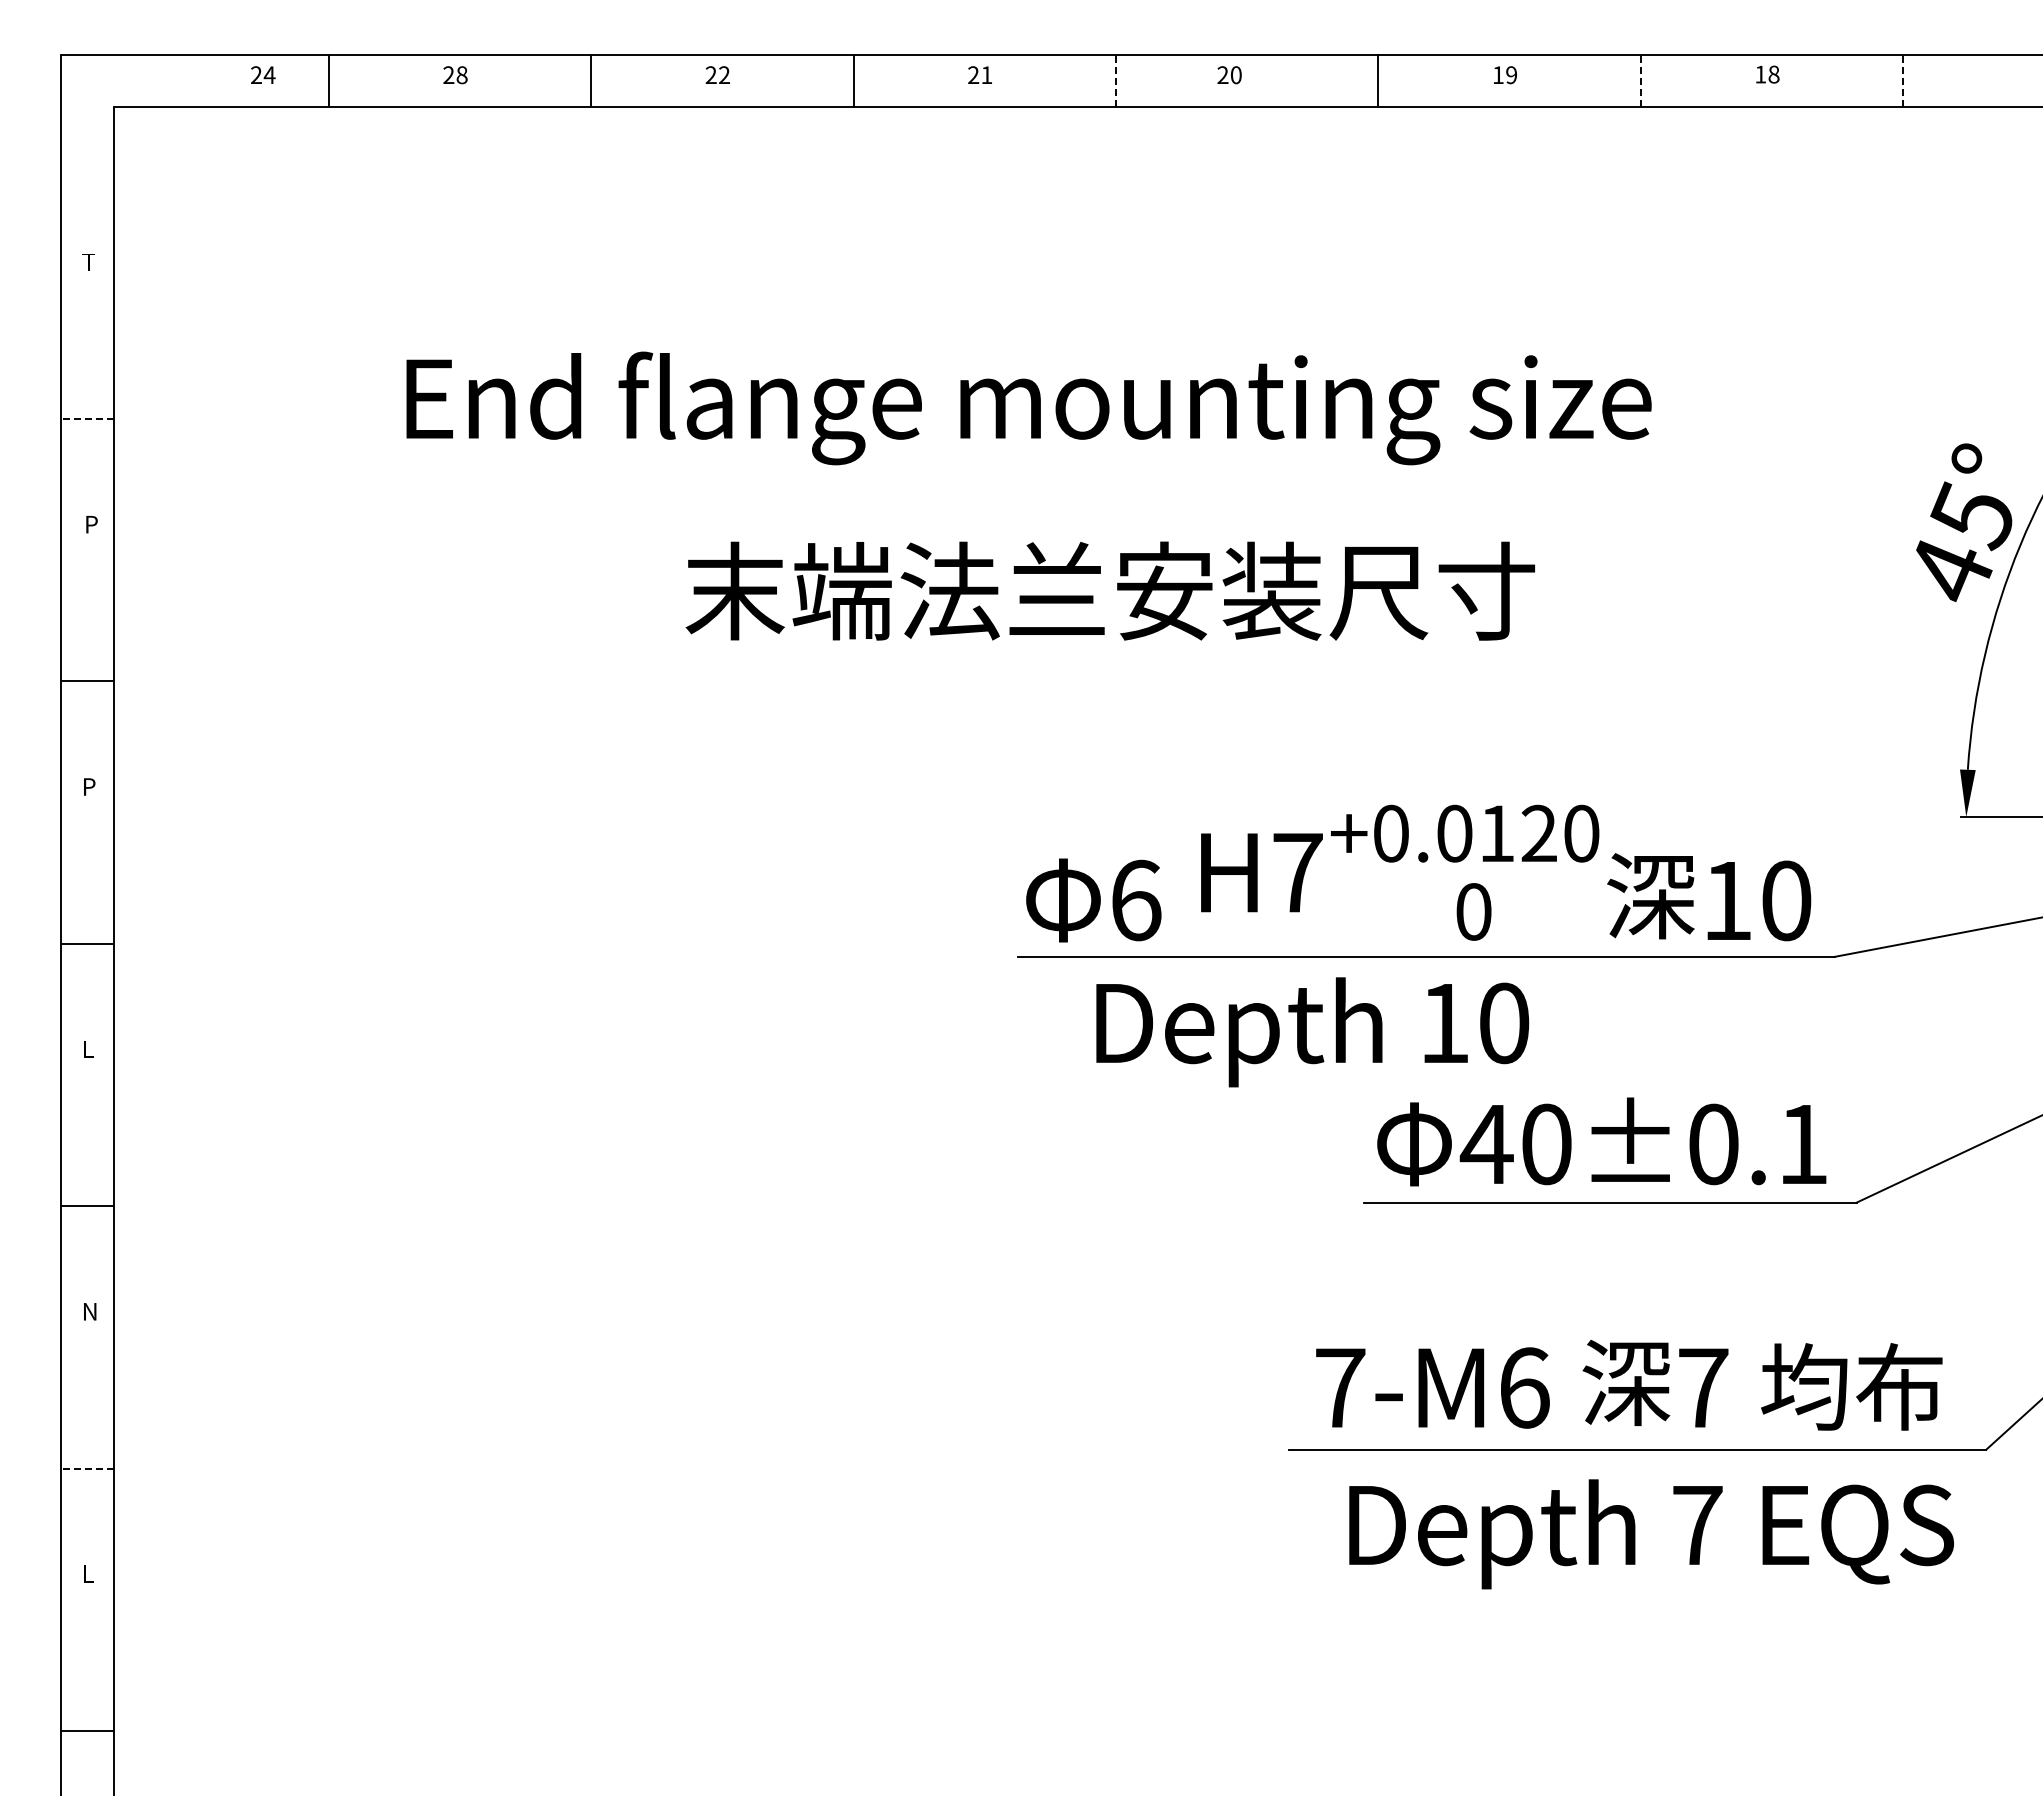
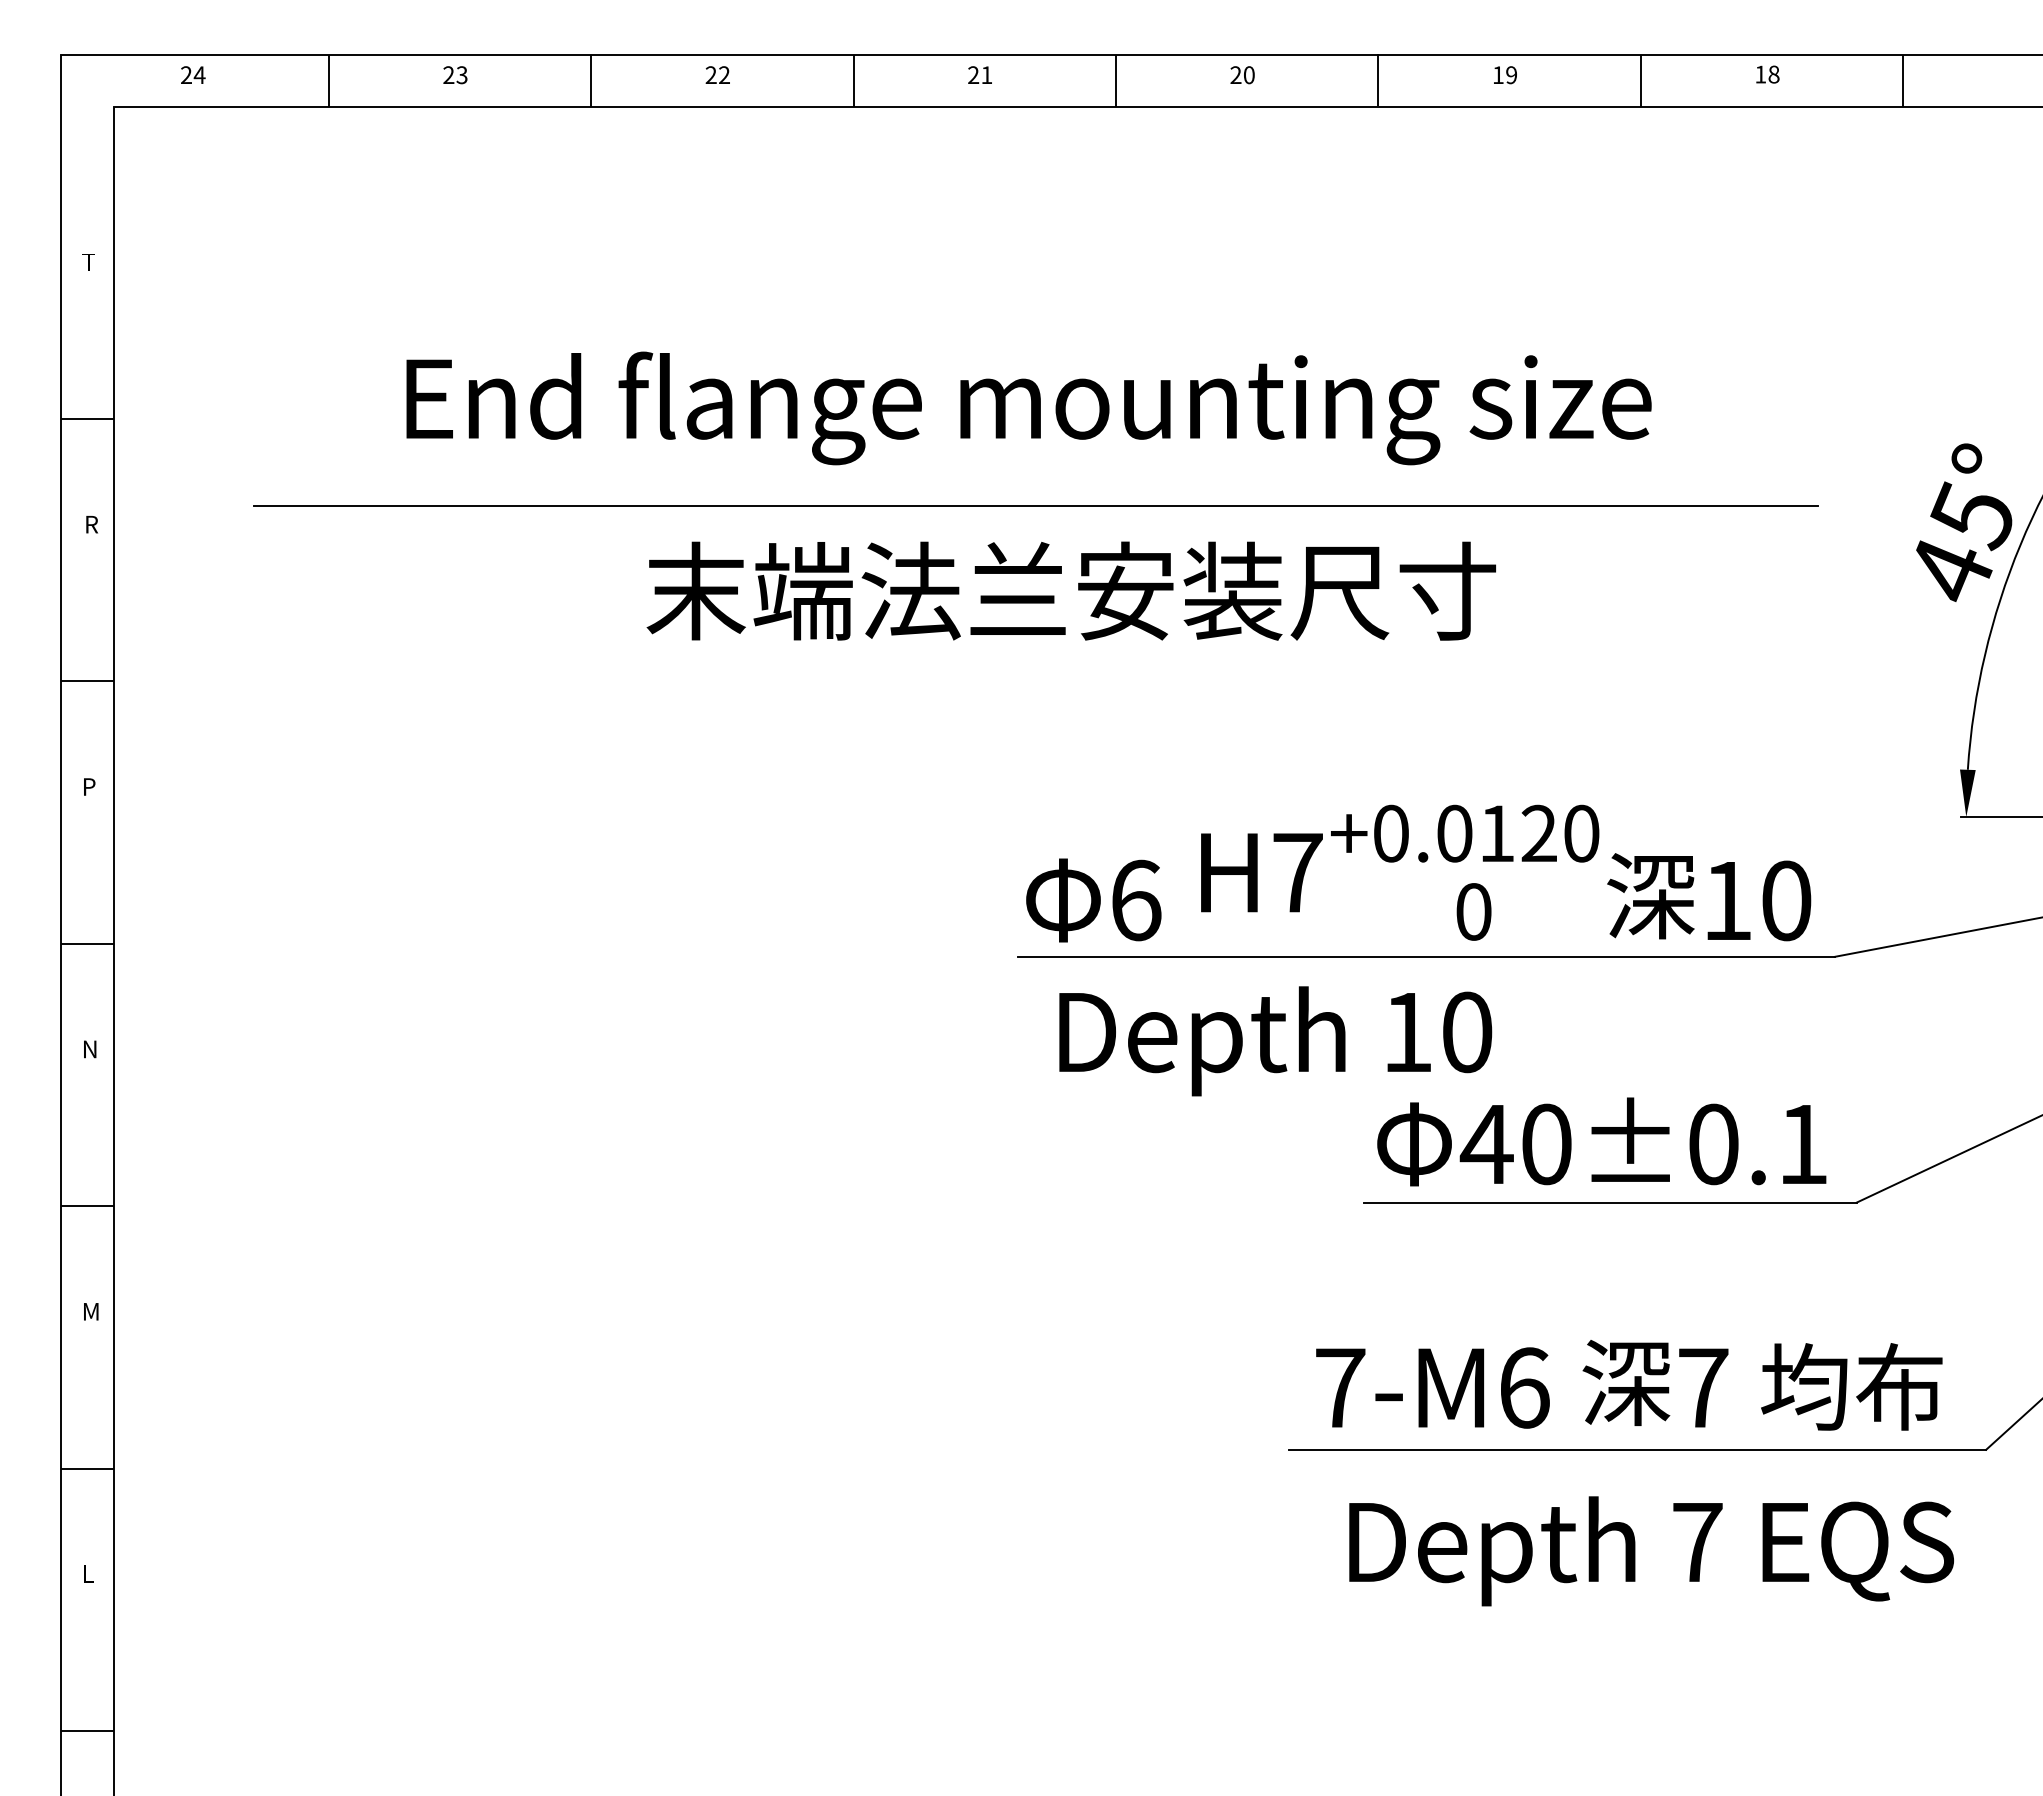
text at (263, 74) position: (263, 74) -> (193, 74)
text at (461, 75): 28 -> 23
text at (1229, 75) position: (1229, 75) -> (1242, 75)
line at (1116, 80): dashed -> solid
line at (1640, 80): dashed -> solid
line at (1903, 80): dashed -> solid
line at (87, 418): dashed -> solid
line at (1035, 506): none -> present
text at (93, 524): P -> R
text at (1109, 590) position: (1109, 590) -> (1070, 590)
text at (1312, 1032) position: (1312, 1032) -> (1275, 1041)
text at (90, 1049): L -> N
text at (92, 1311): N -> M
line at (87, 1468): dashed -> solid
text at (1651, 1534) position: (1651, 1534) -> (1651, 1551)
